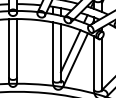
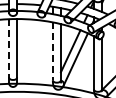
line at (9, 48): solid -> dashed
line at (52, 51): solid -> dashed
